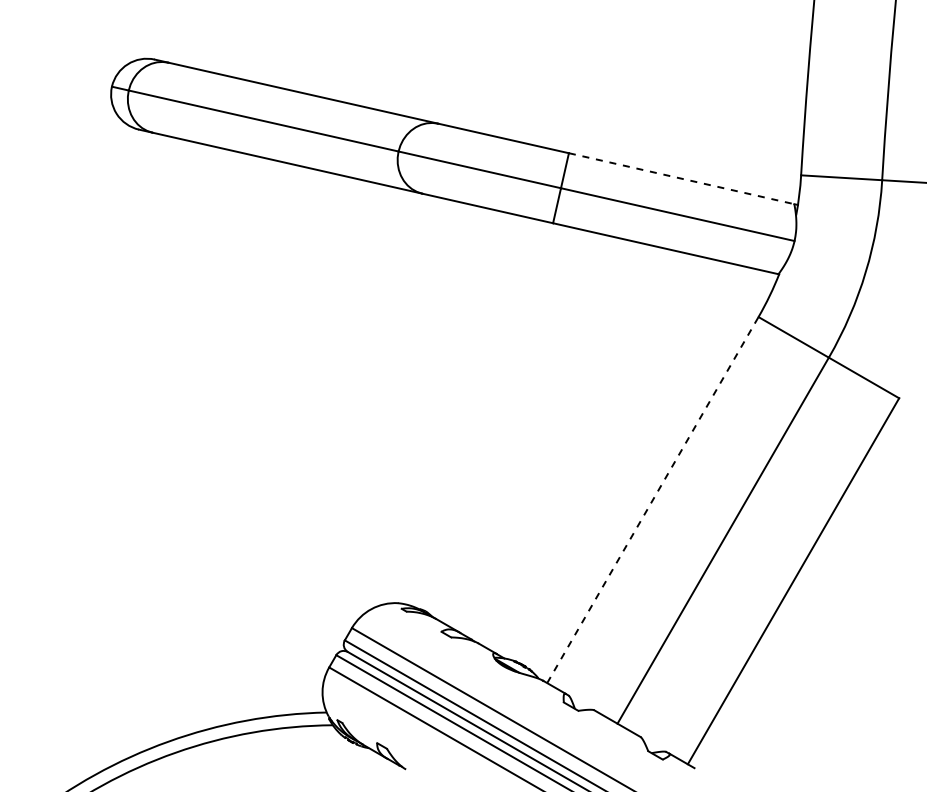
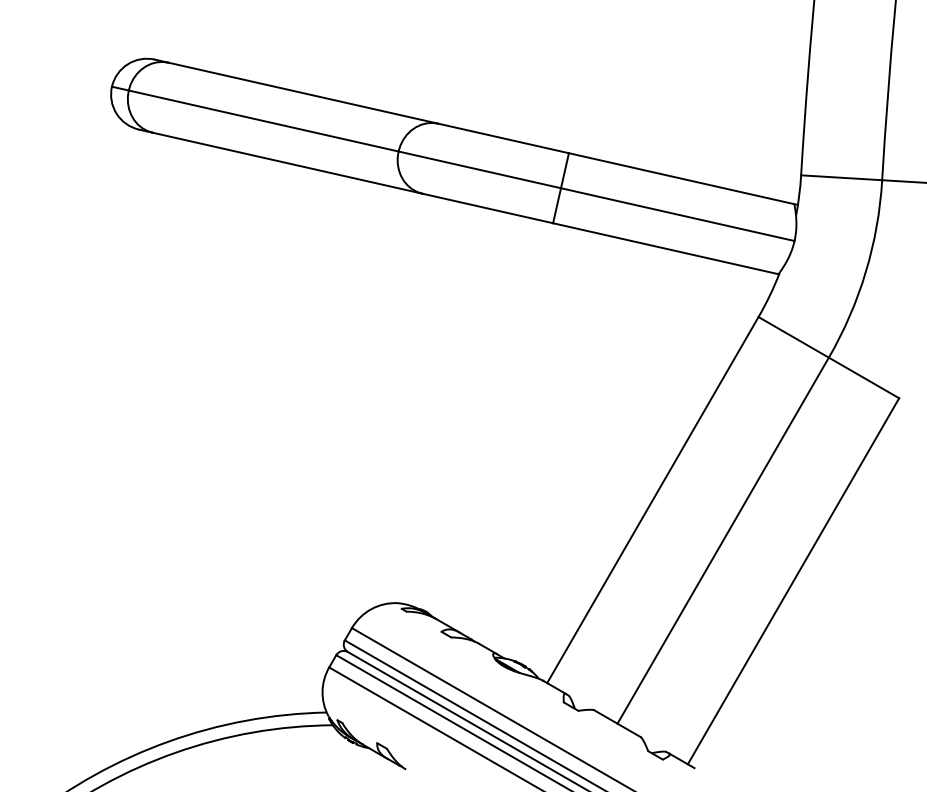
line at (681, 178): dashed -> solid
line at (653, 499): dashed -> solid
